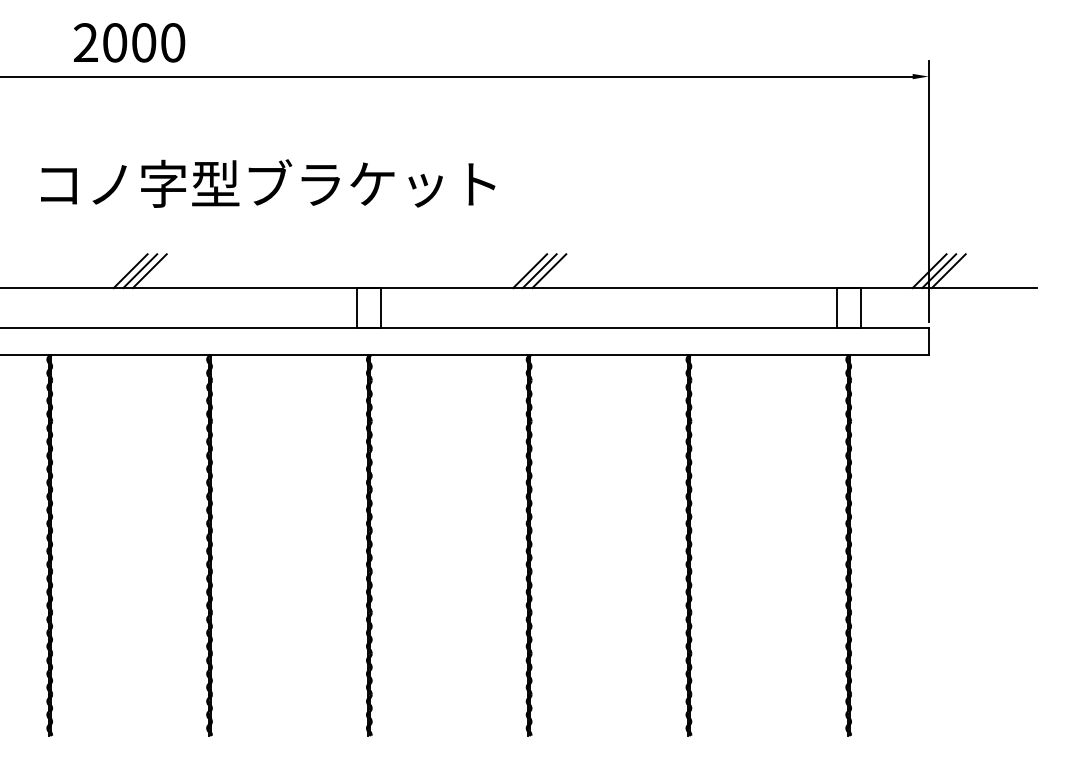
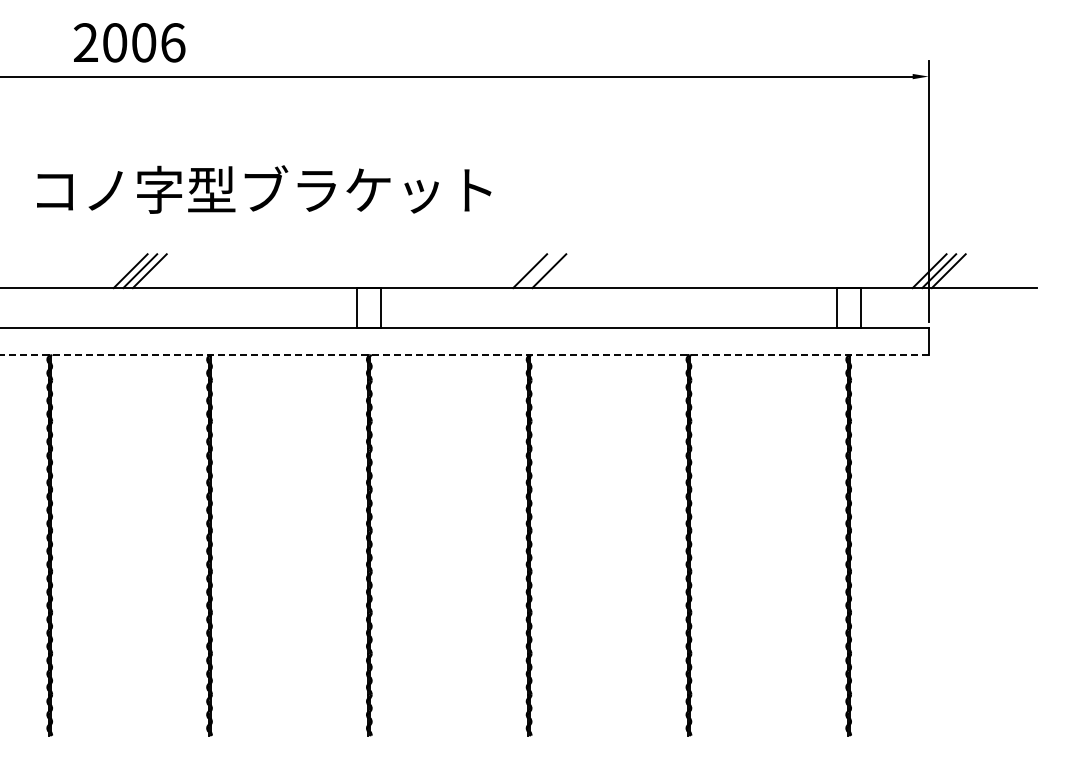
text at (173, 42): 2000 -> 2006
text at (268, 183) position: (268, 183) -> (264, 189)
line at (539, 271): present -> none
line at (463, 354): solid -> dashed
